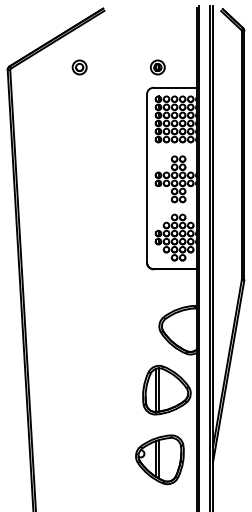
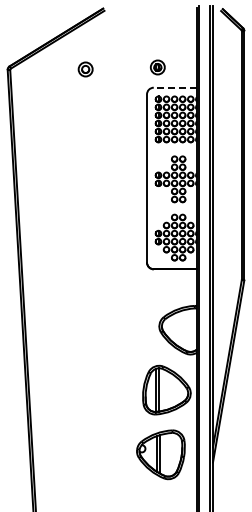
part at (79, 67) position: (79, 67) -> (85, 69)
line at (175, 87): solid -> dashed
part at (159, 459) position: (159, 459) -> (160, 454)
